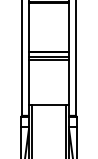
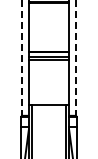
line at (21, 58): solid -> dashed
line at (76, 58): solid -> dashed
